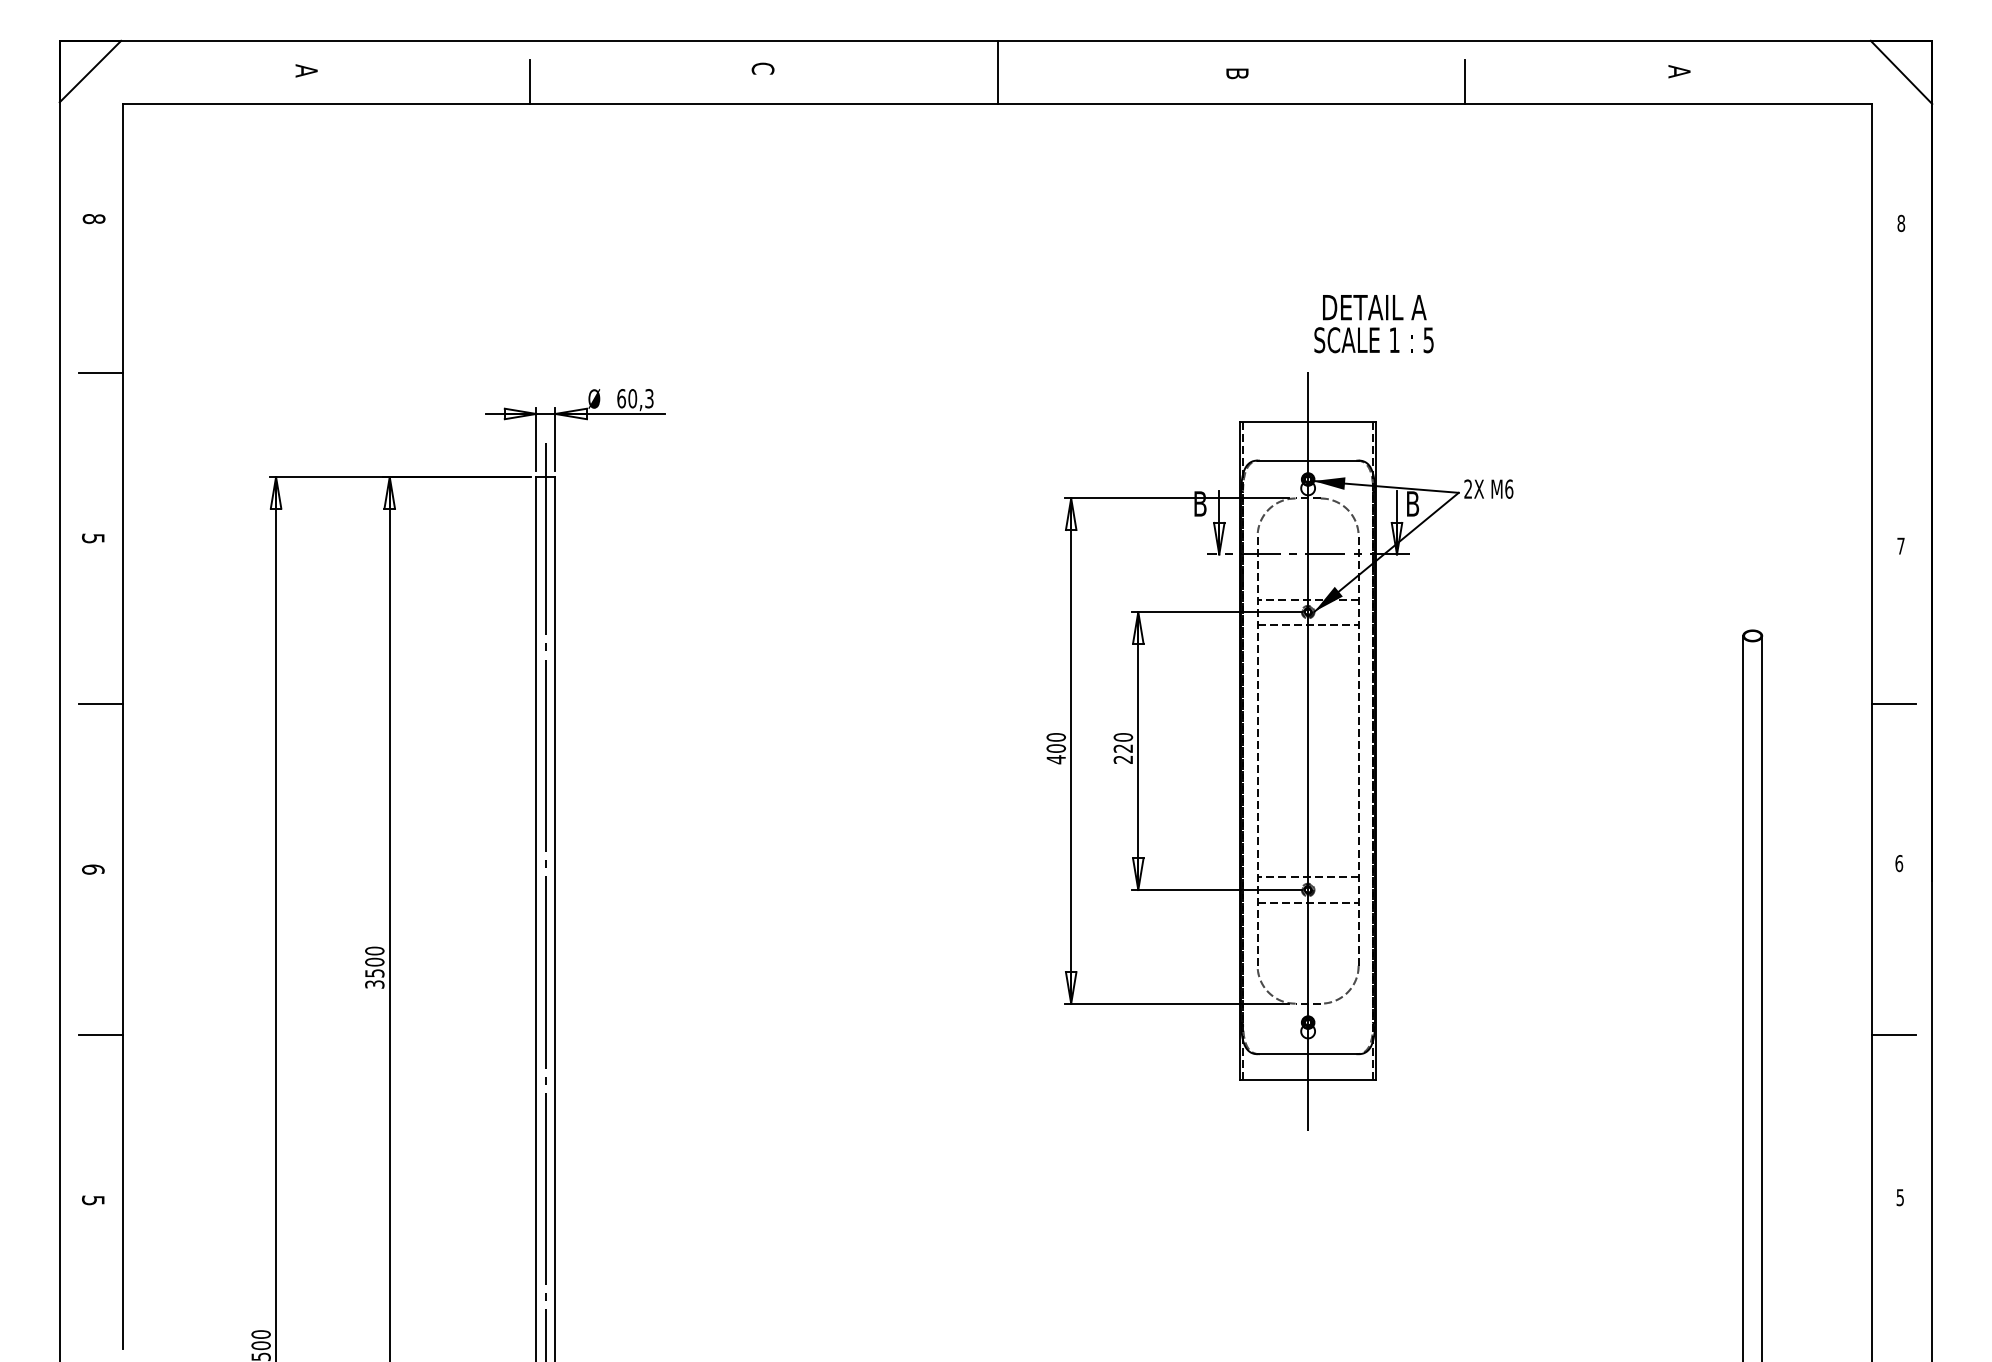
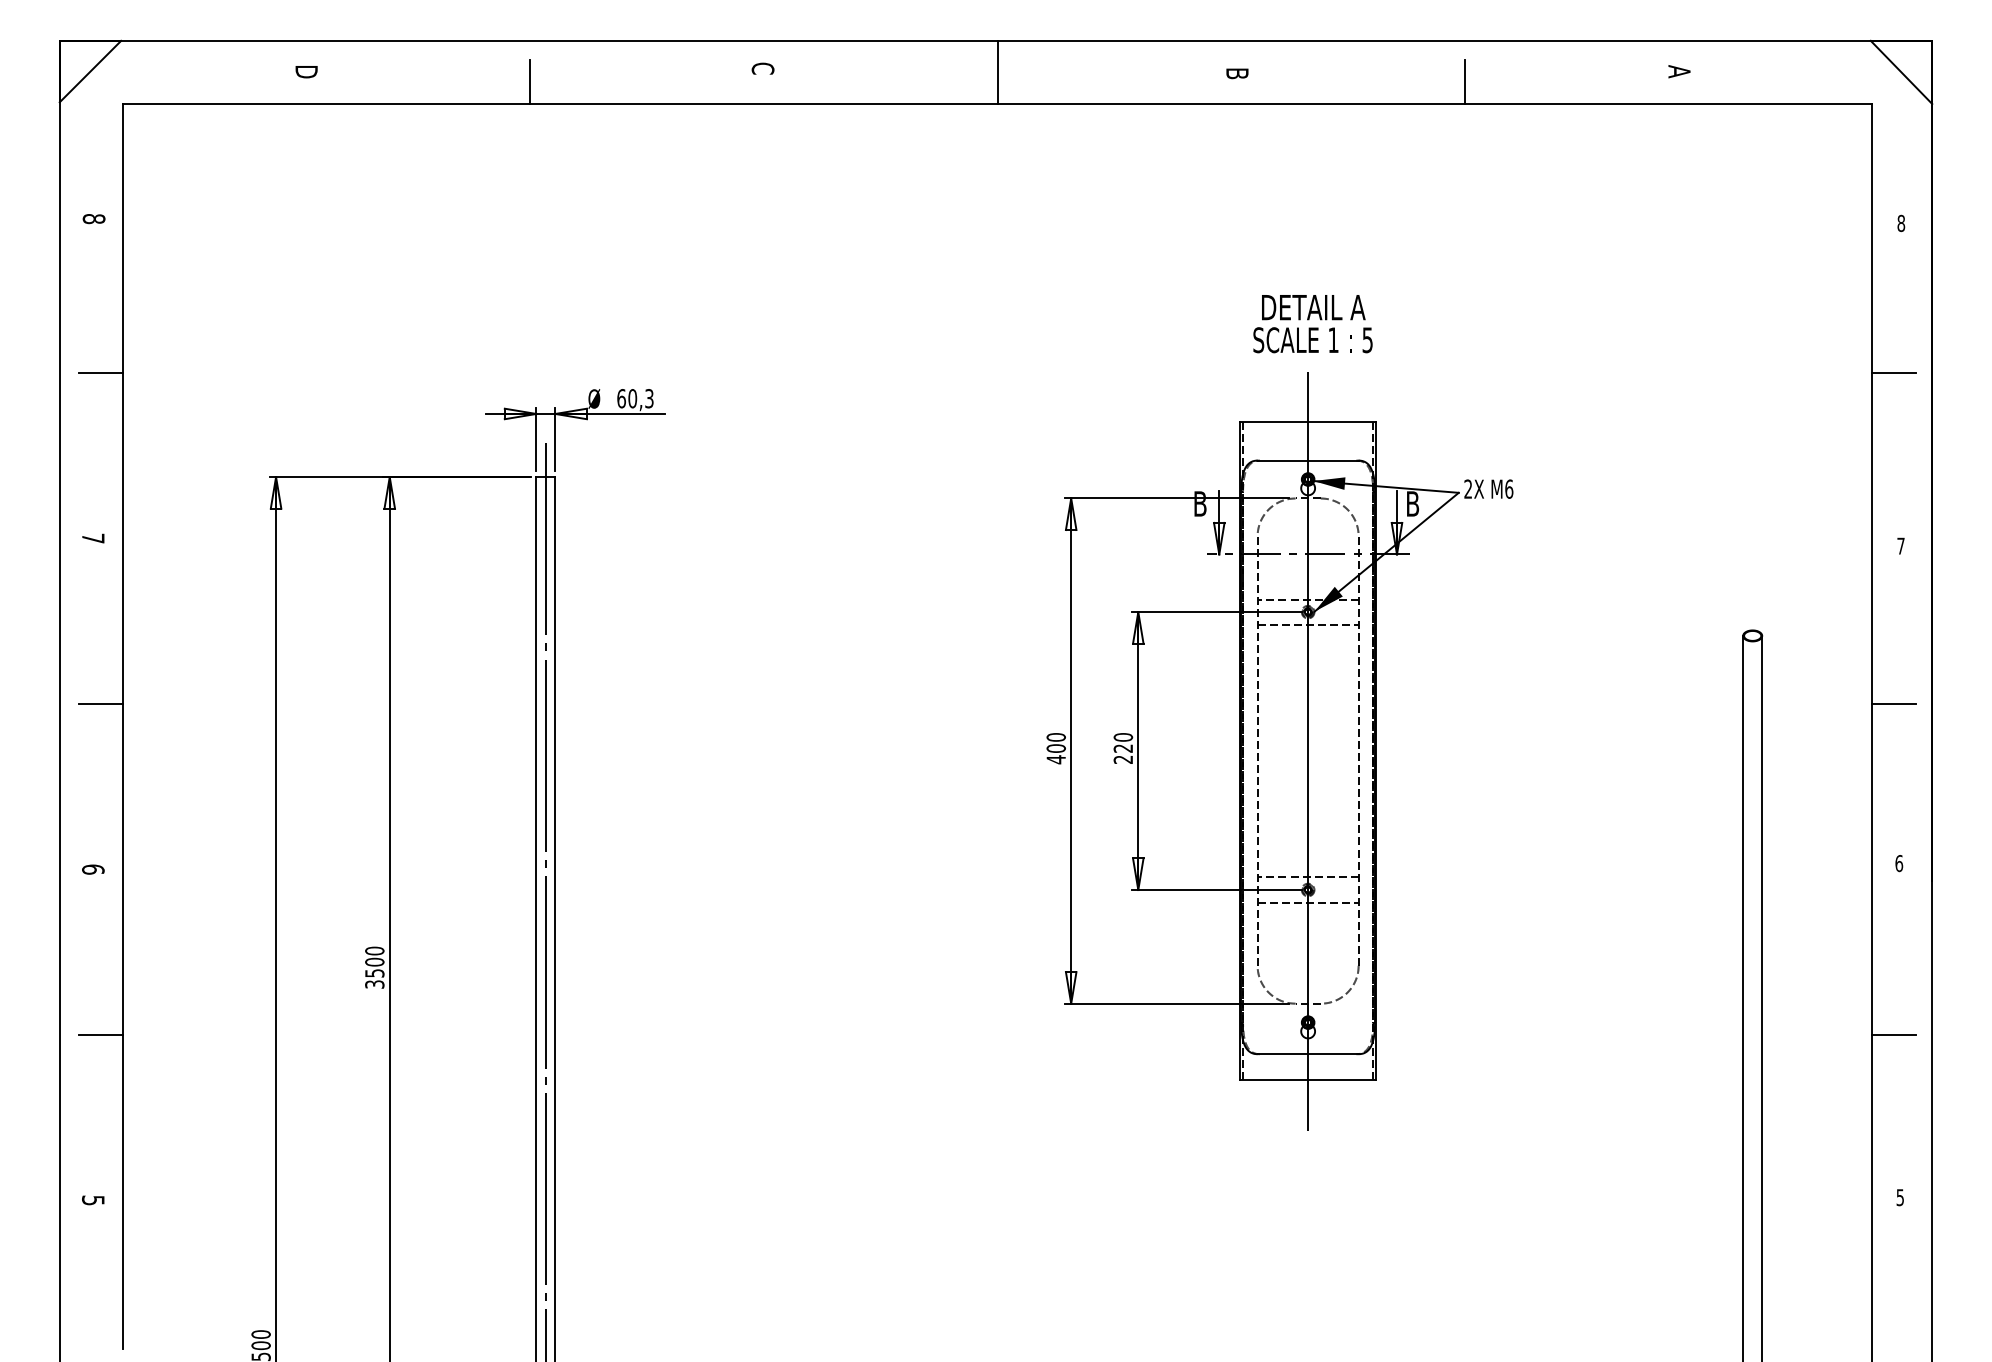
text at (306, 71): A -> D
text at (1373, 324) position: (1373, 324) -> (1312, 324)
line at (1894, 373): none -> present
text at (93, 538): 5 -> 7
